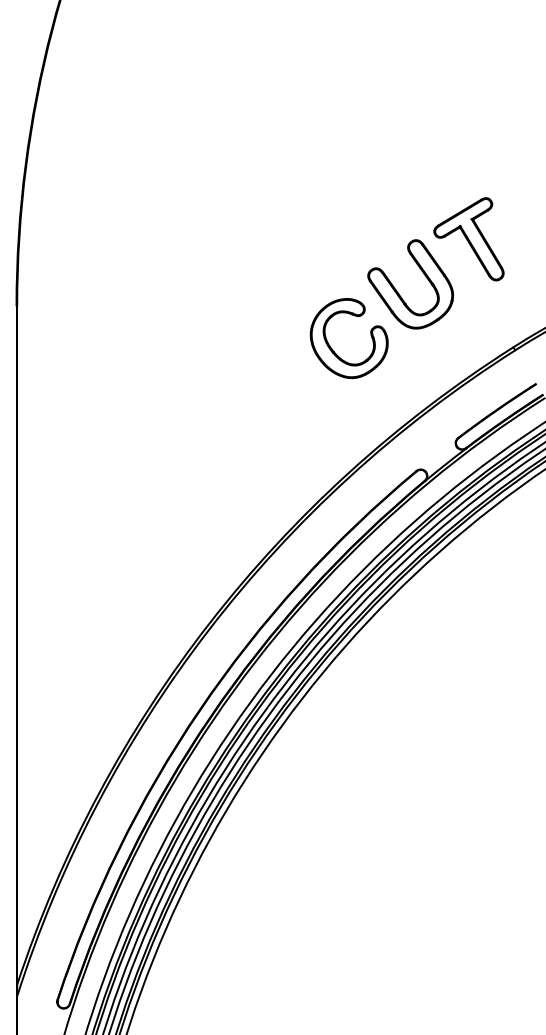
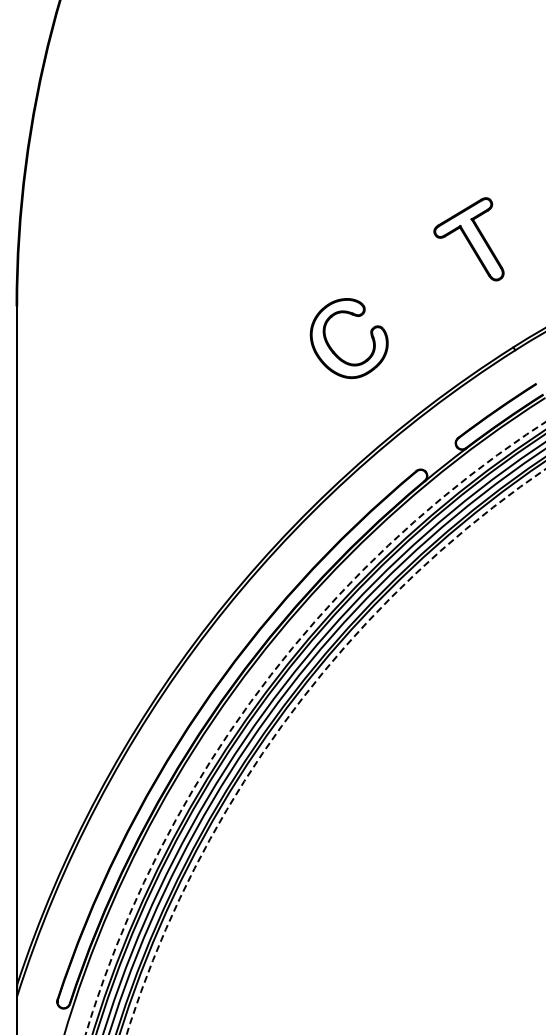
part at (399, 293): present -> none
arc at (262, 686): solid -> dashed
arc at (288, 717): solid -> dashed
